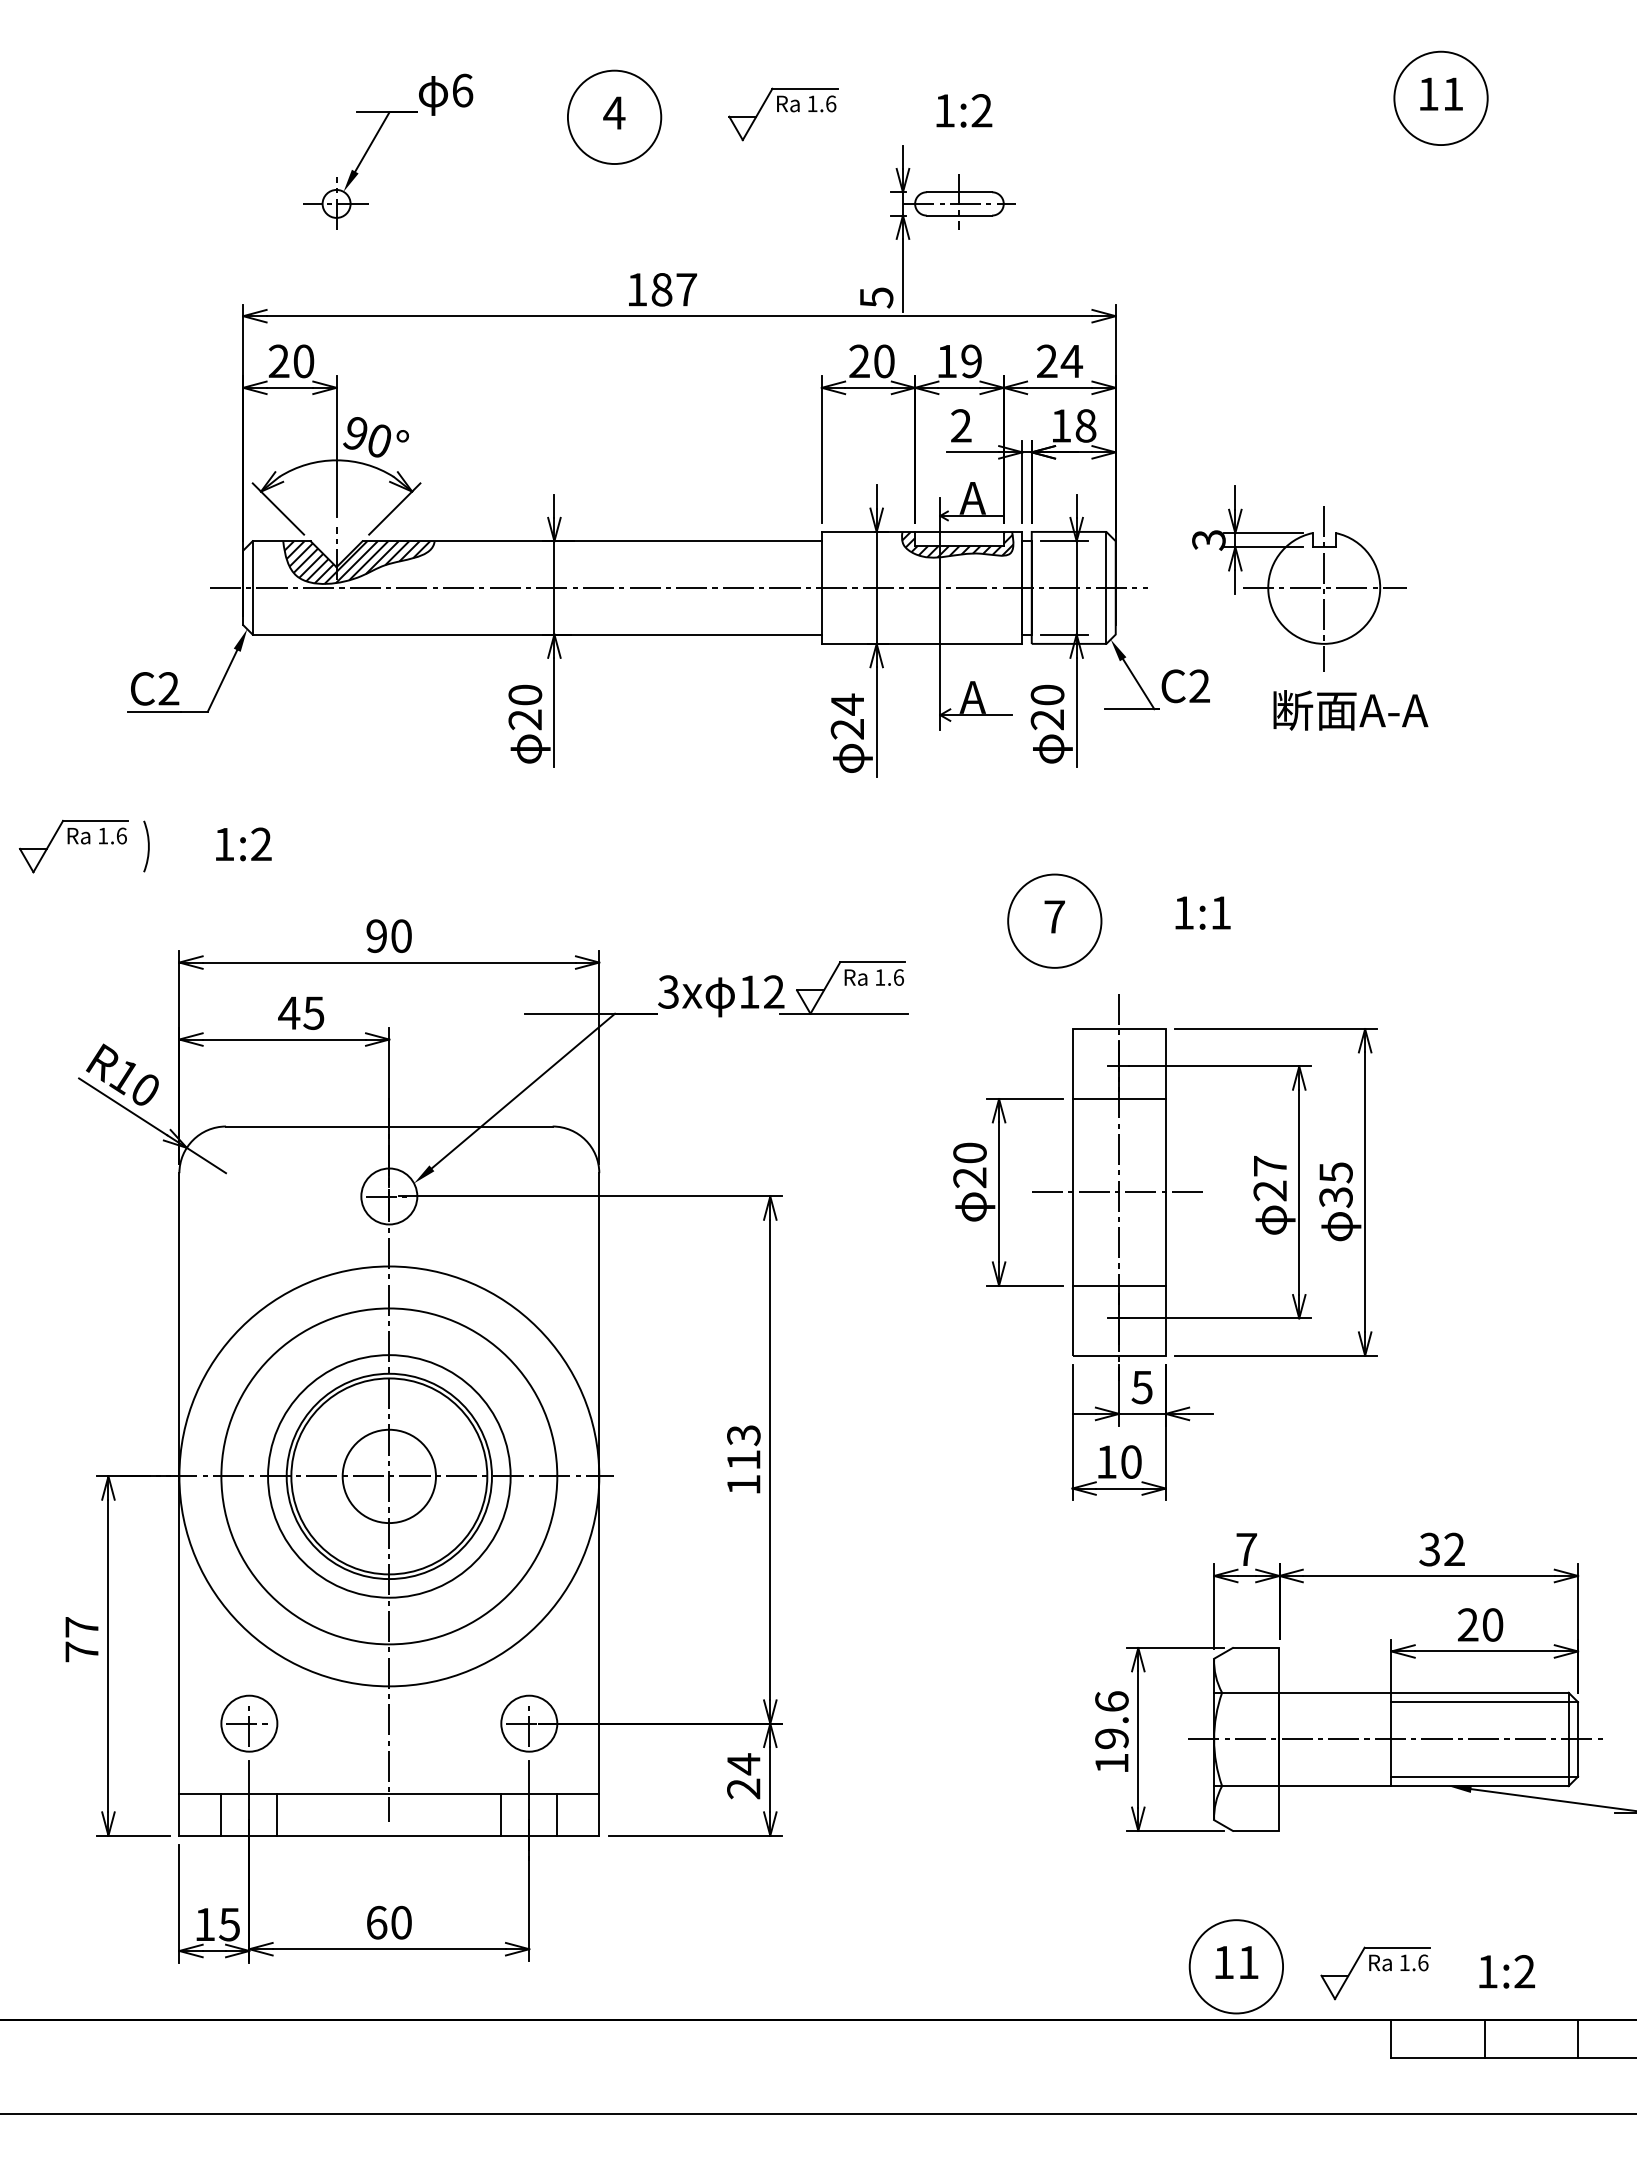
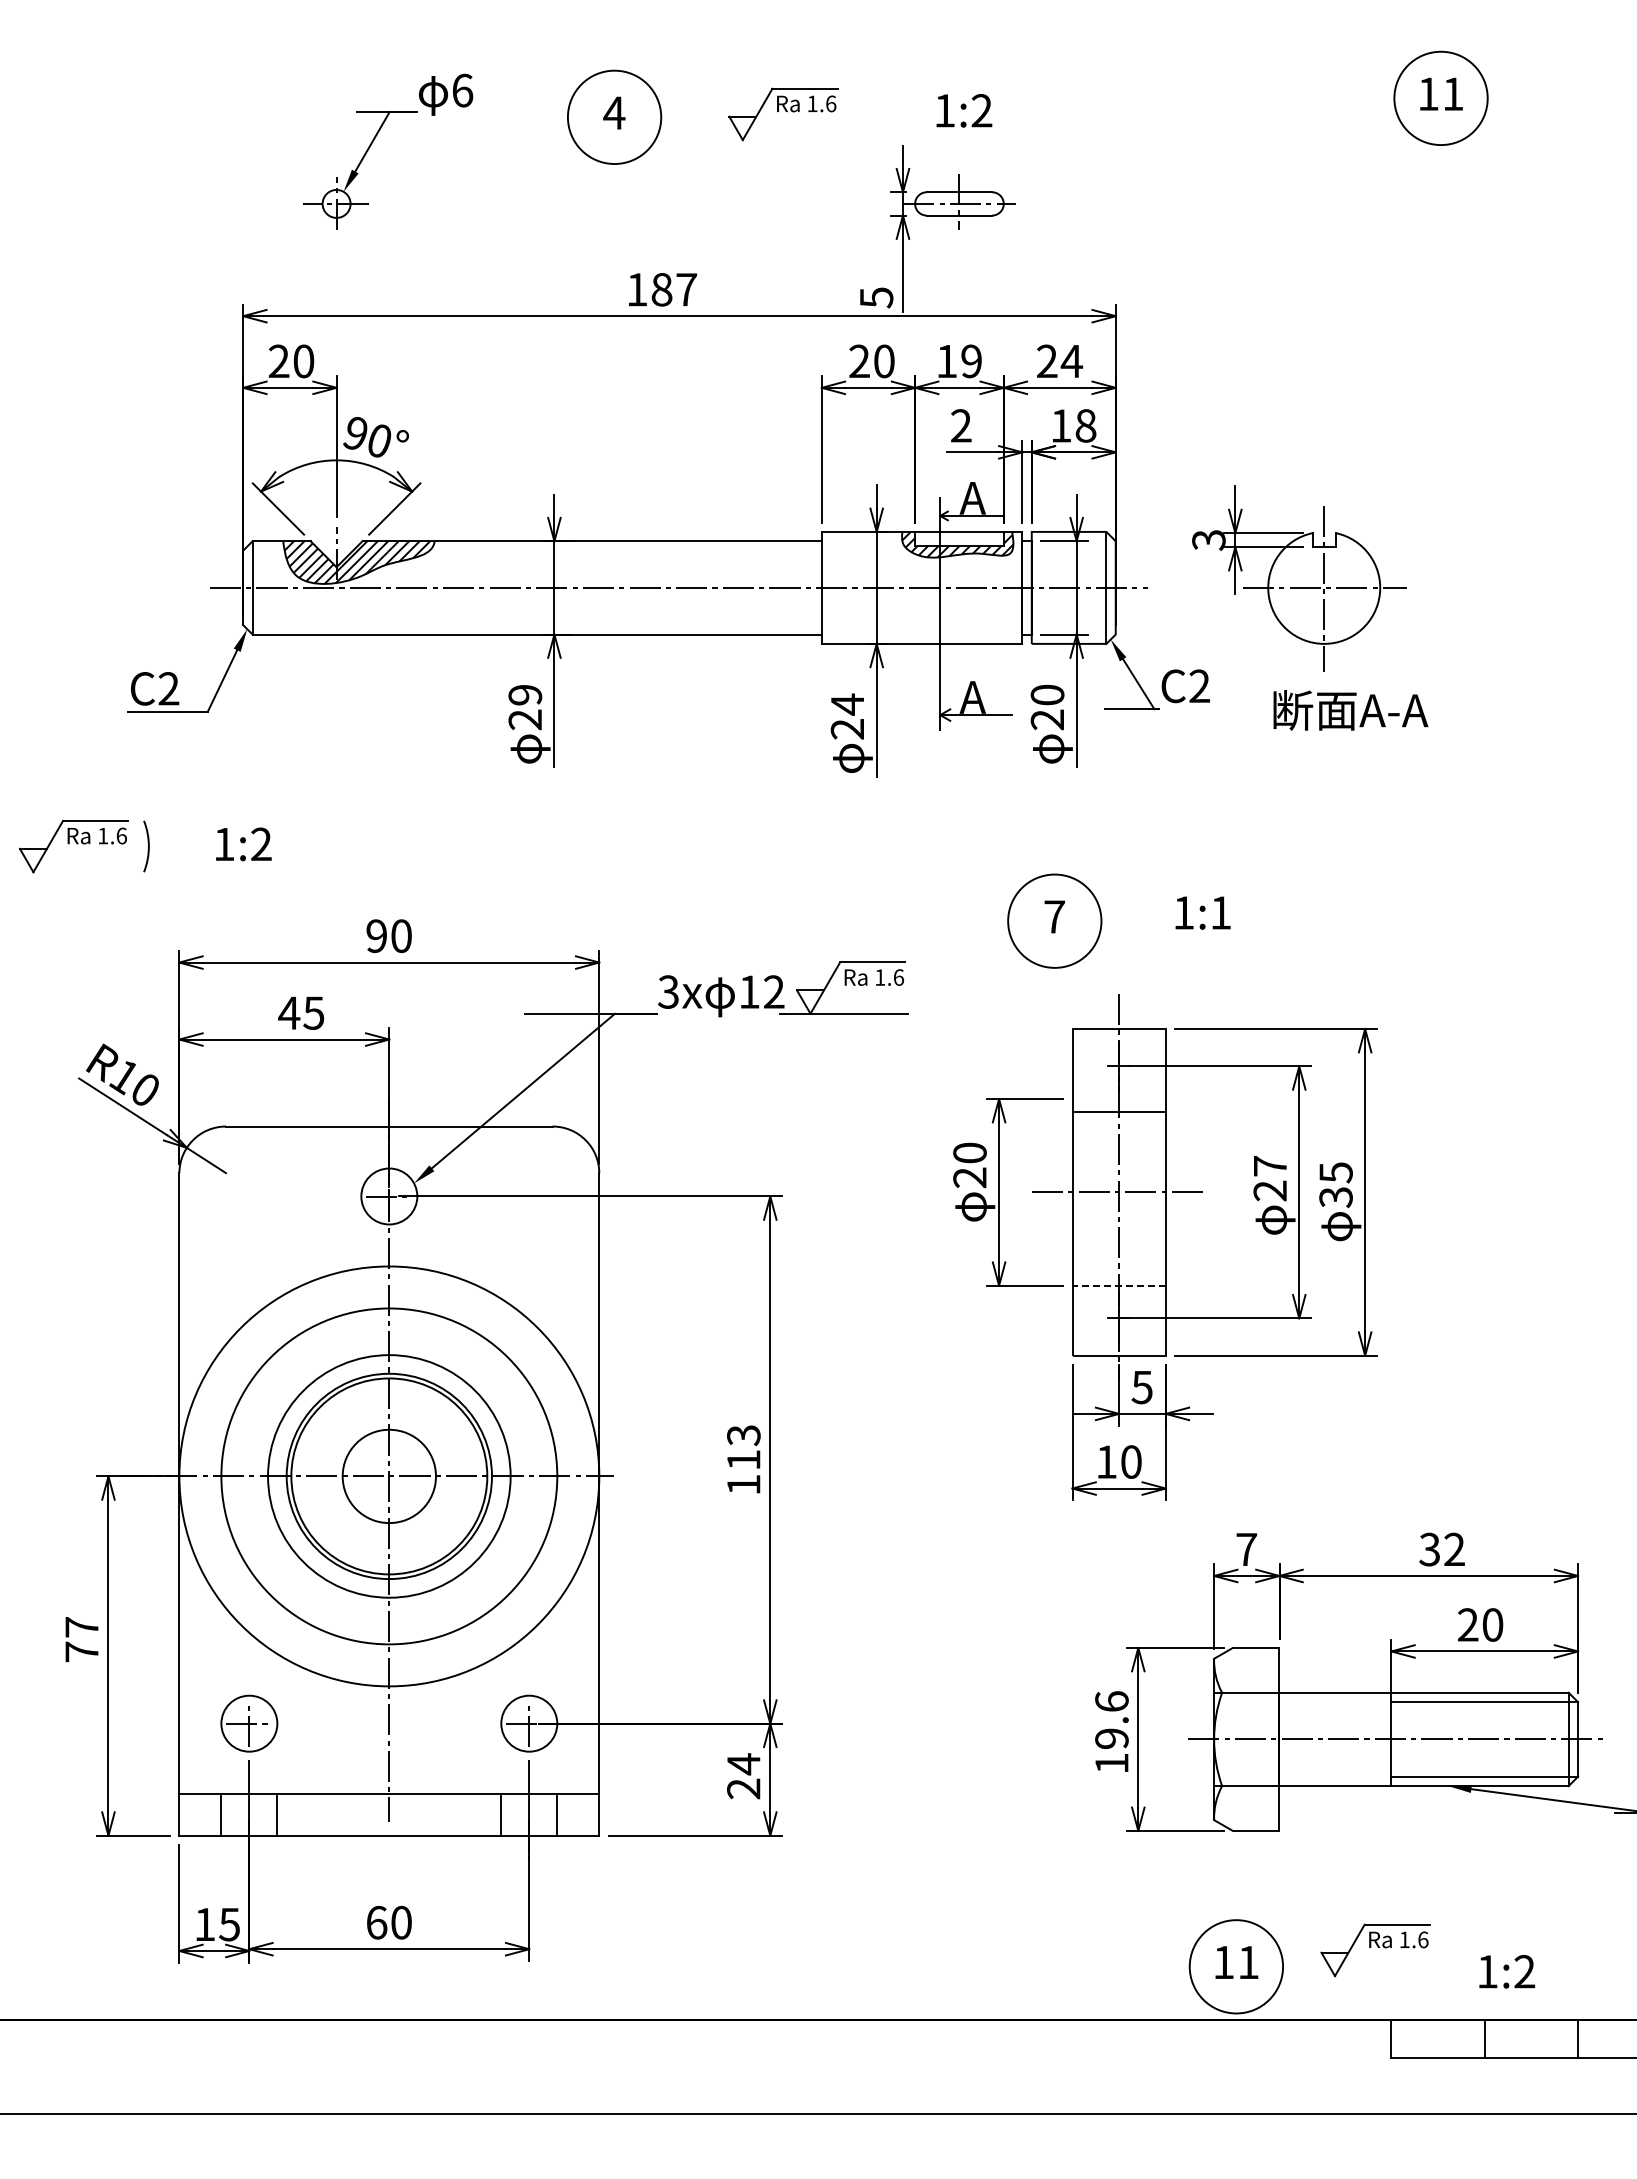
text at (525, 694): 20 -> 29
line at (1118, 1099) position: (1118, 1099) -> (1118, 1112)
line at (1119, 1285): solid -> dashed
part at (1375, 1973) position: (1375, 1973) -> (1375, 1950)
